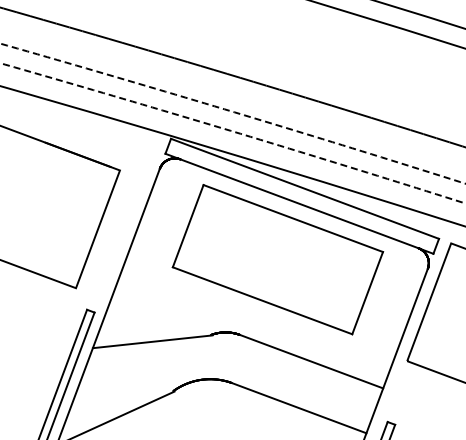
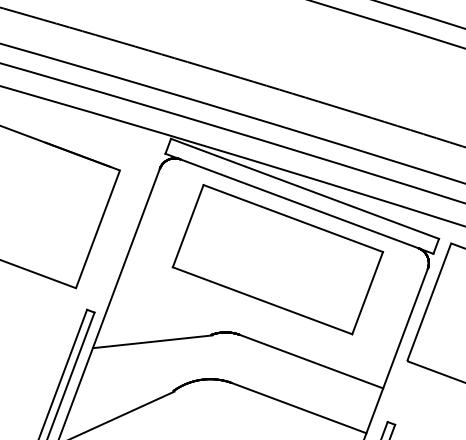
arc at (233, 111): dashed -> solid
arc at (233, 131): dashed -> solid
